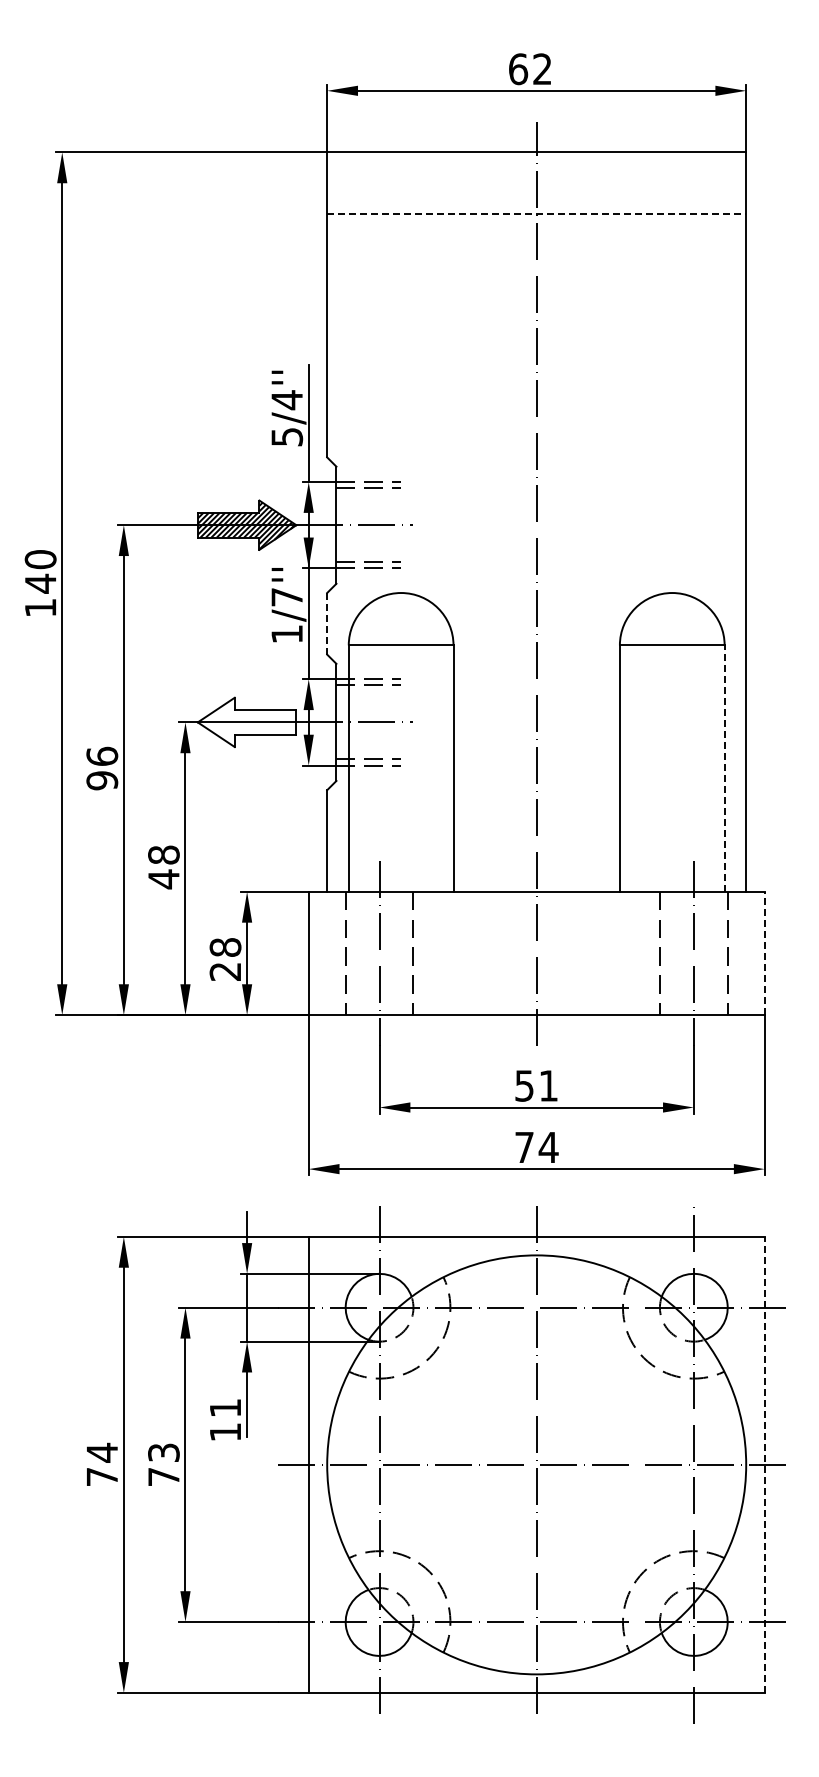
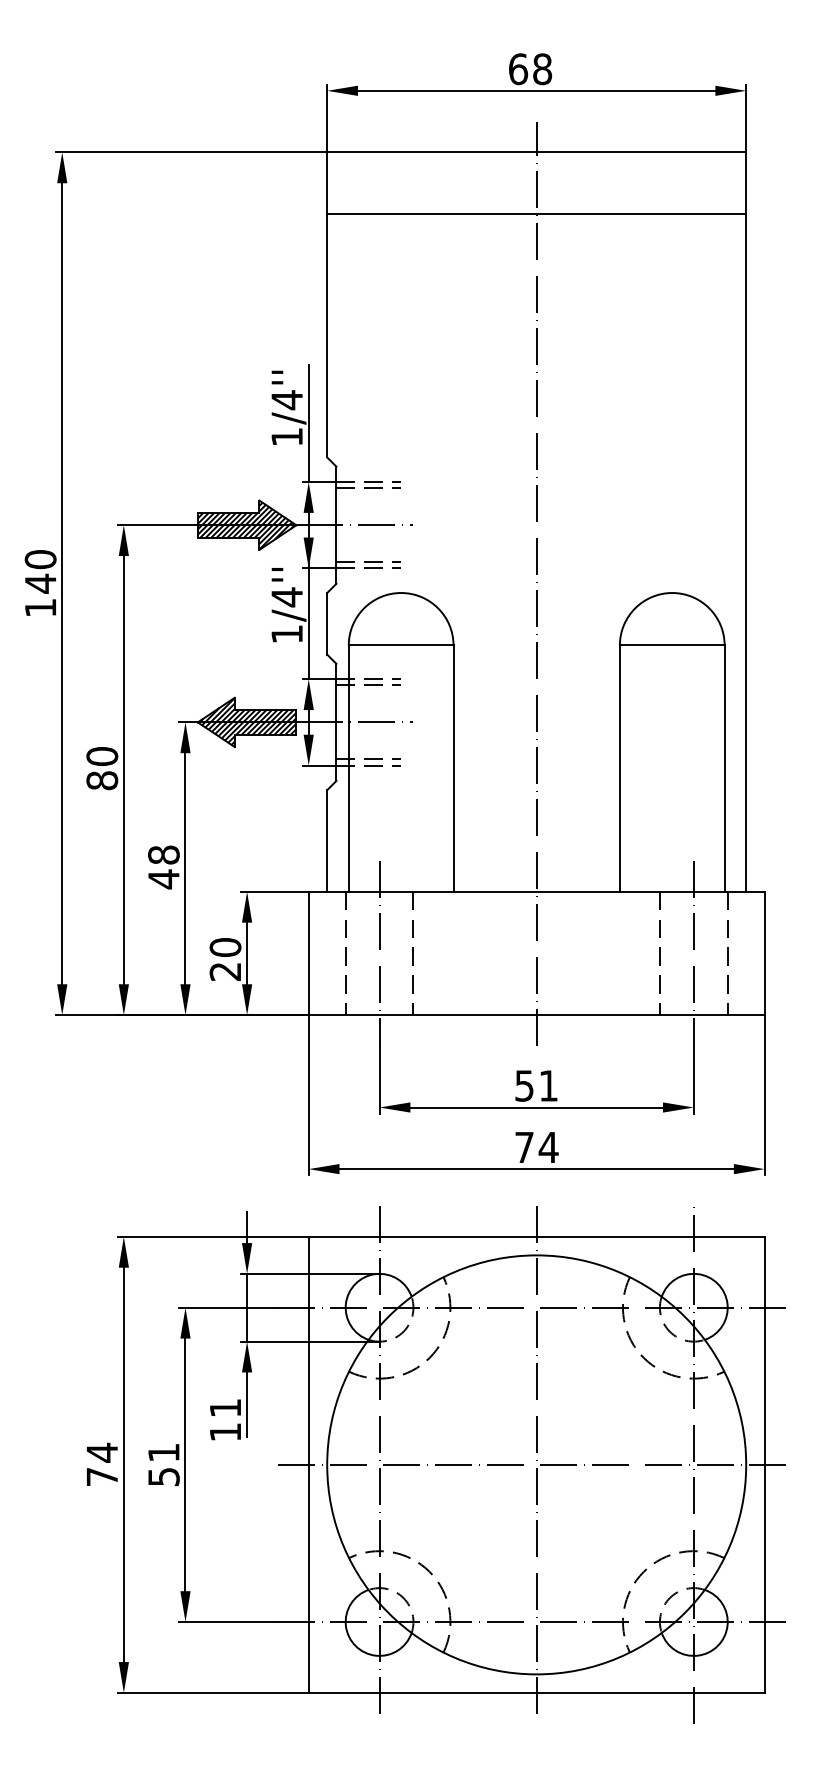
text at (542, 69): 62 -> 68
line at (537, 214): dashed -> solid
text at (287, 437): 5/4'' -> 1/4''
text at (286, 597): 1/7'' -> 1/4''
line at (327, 623): dashed -> solid
hatch at (247, 721): none -> present
text at (102, 768): 96 -> 80
line at (724, 768): dashed -> solid
text at (225, 947): 28 -> 20
line at (764, 953): dashed -> solid
text at (163, 1464): 73 -> 51
line at (764, 1464): dashed -> solid
